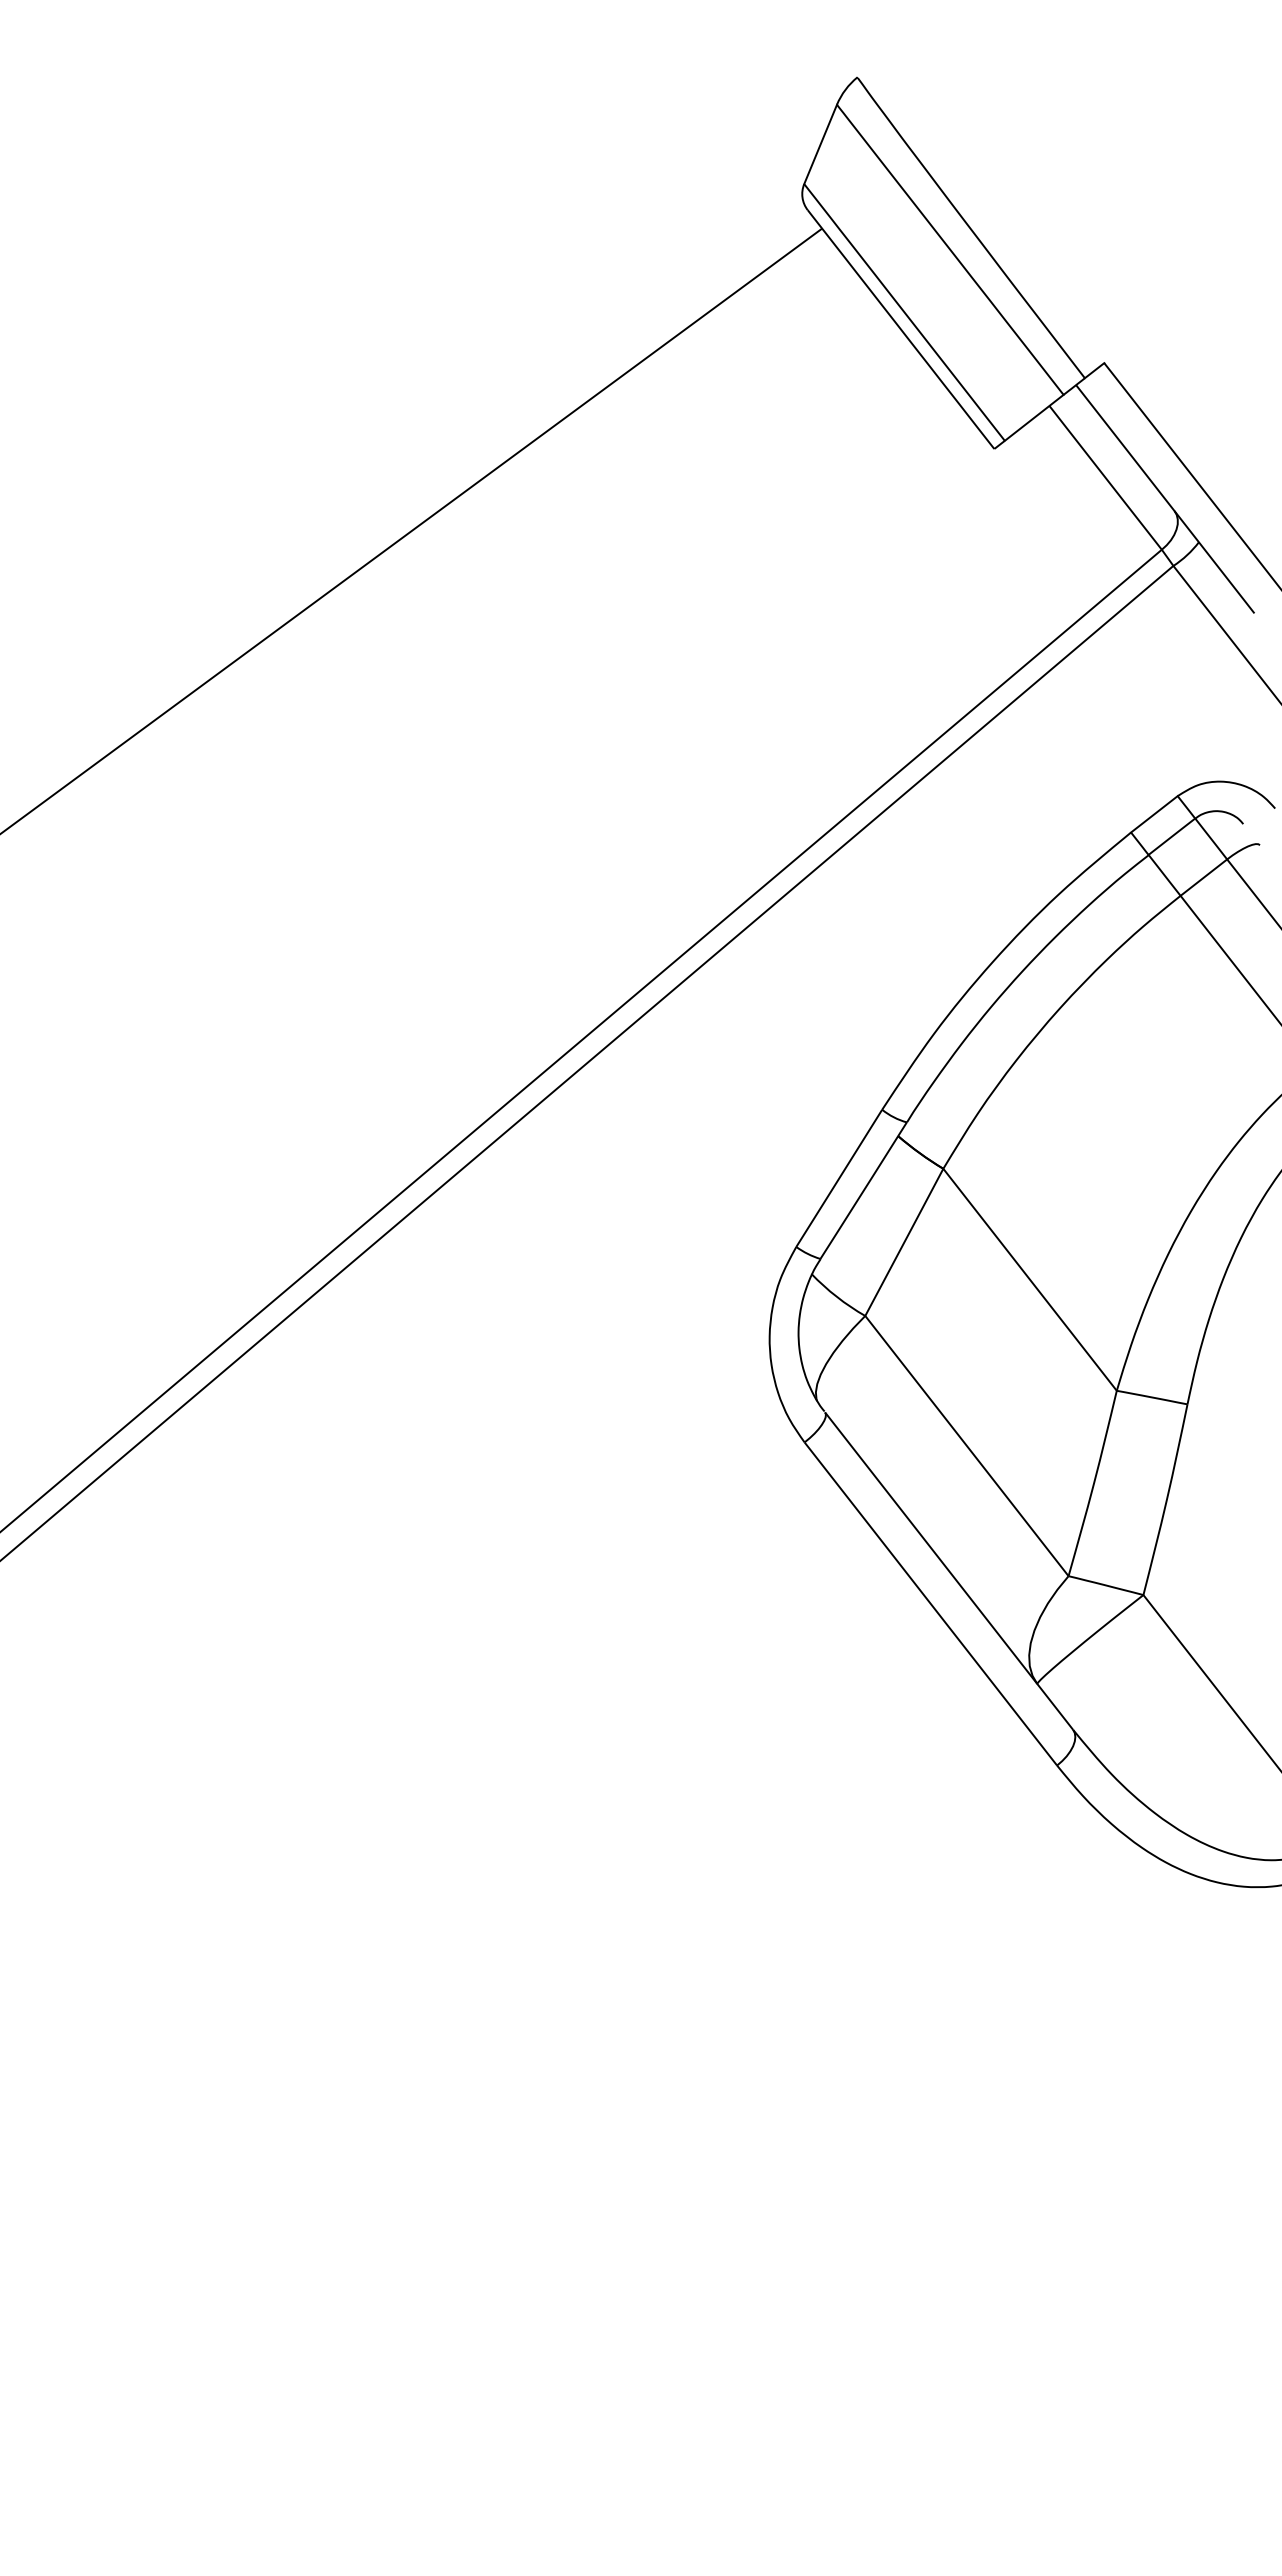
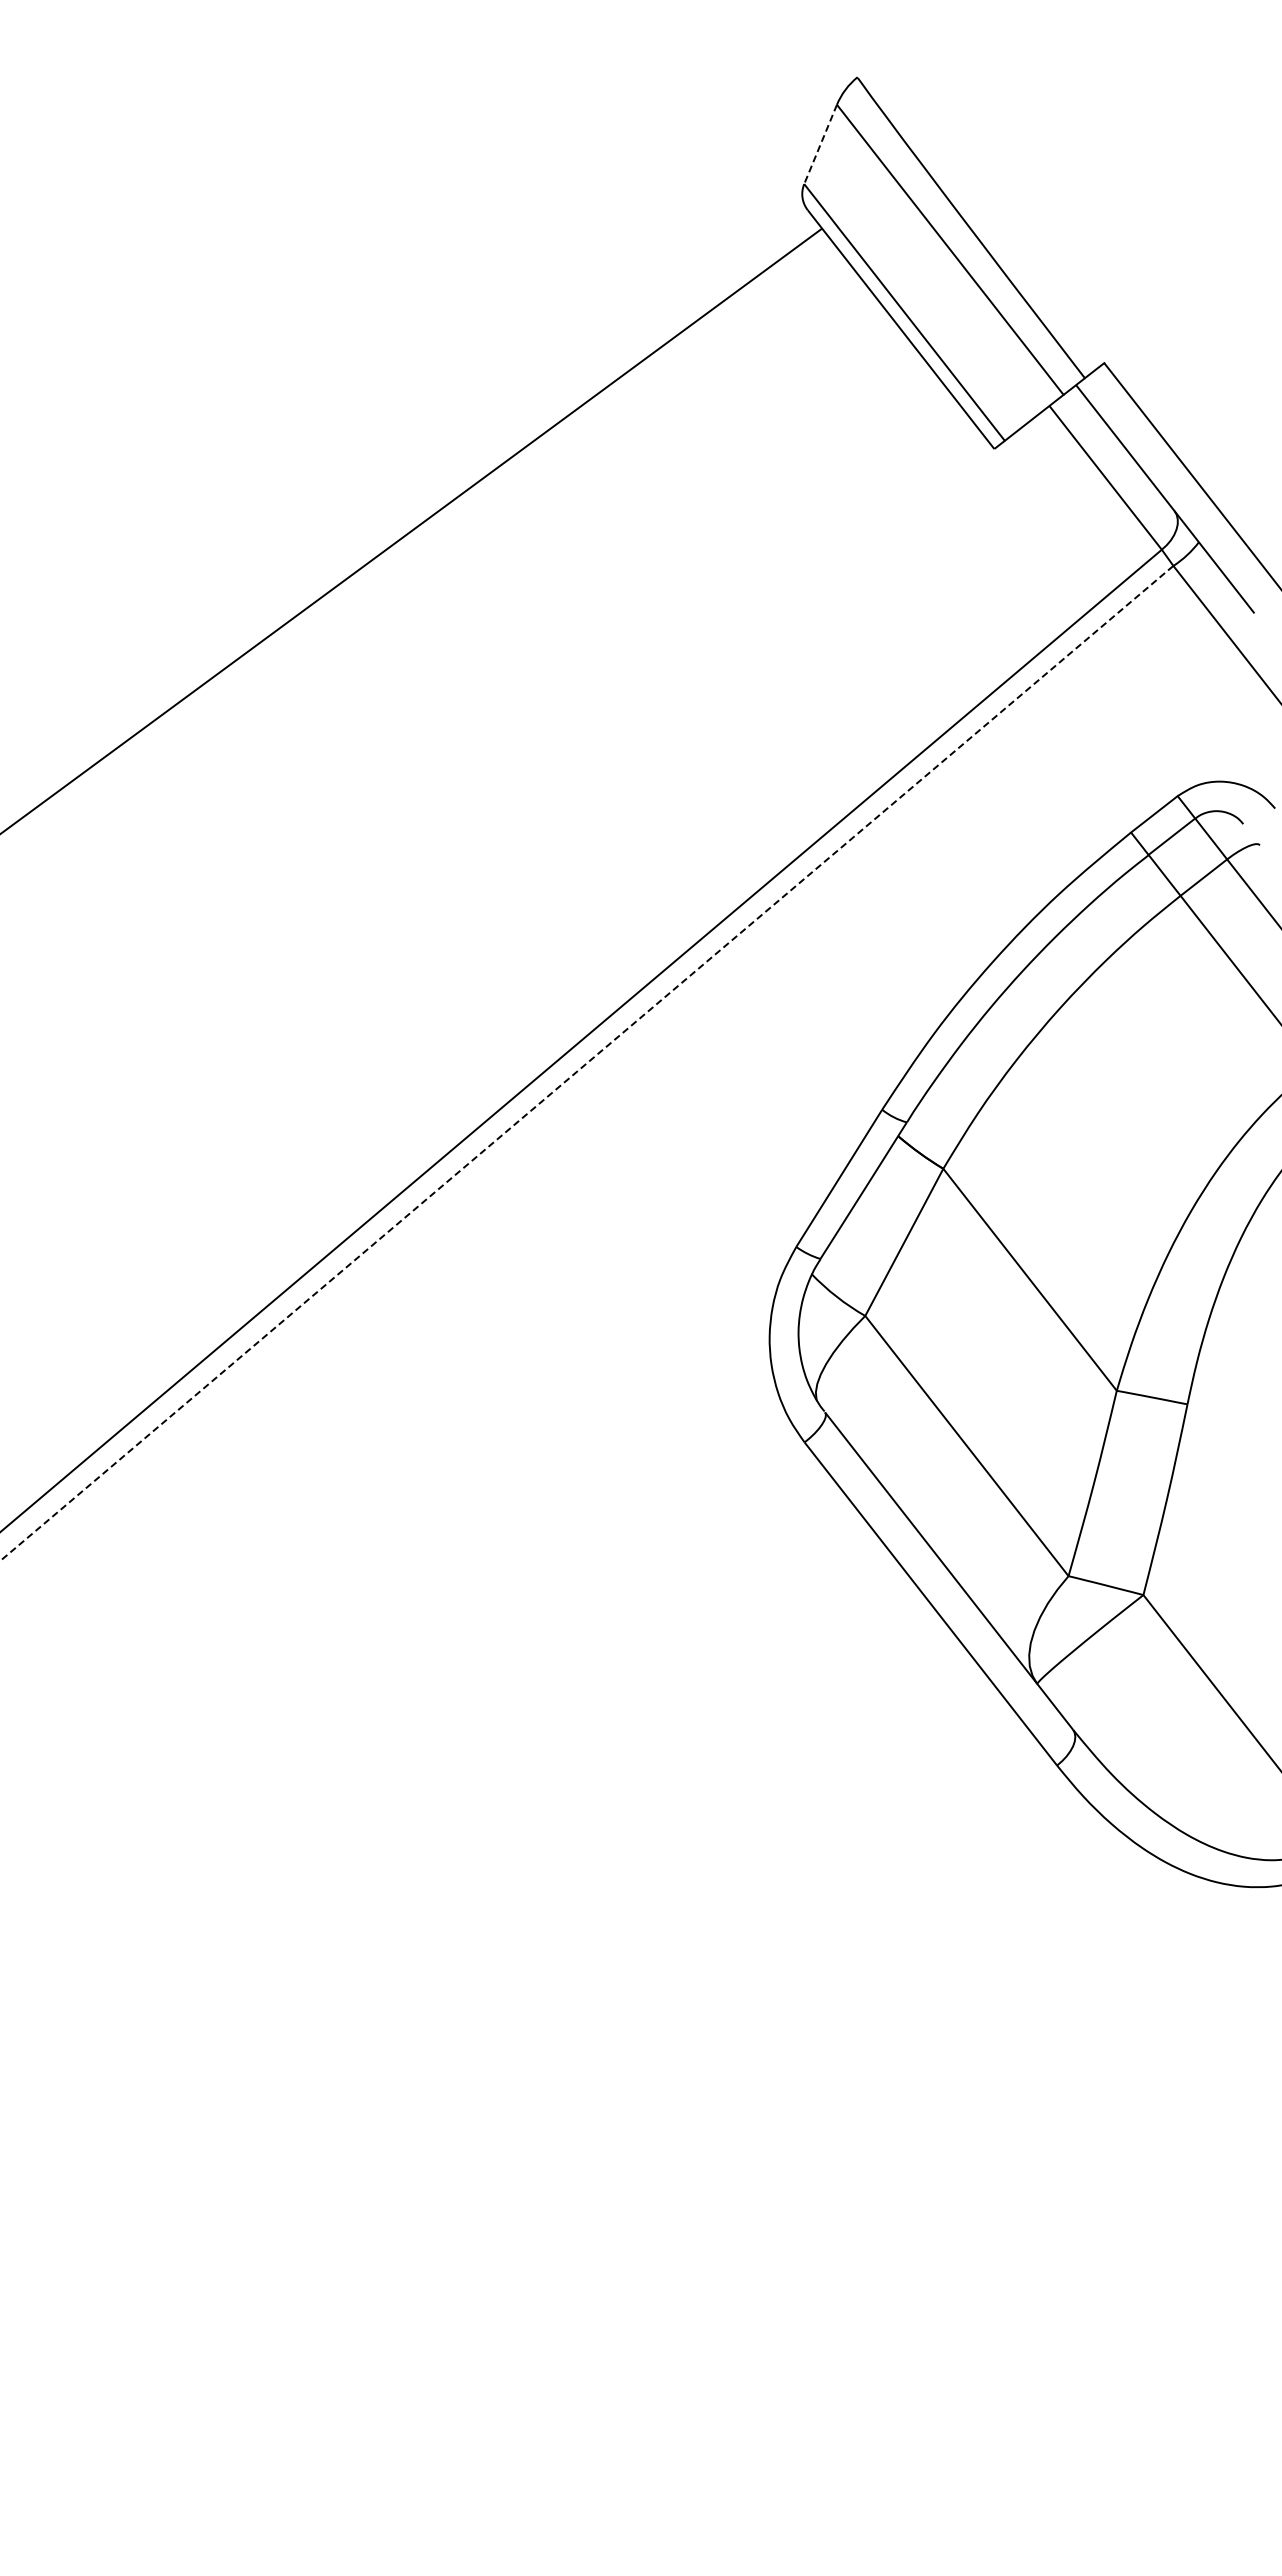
line at (820, 144): solid -> dashed
line at (587, 1063): solid -> dashed
